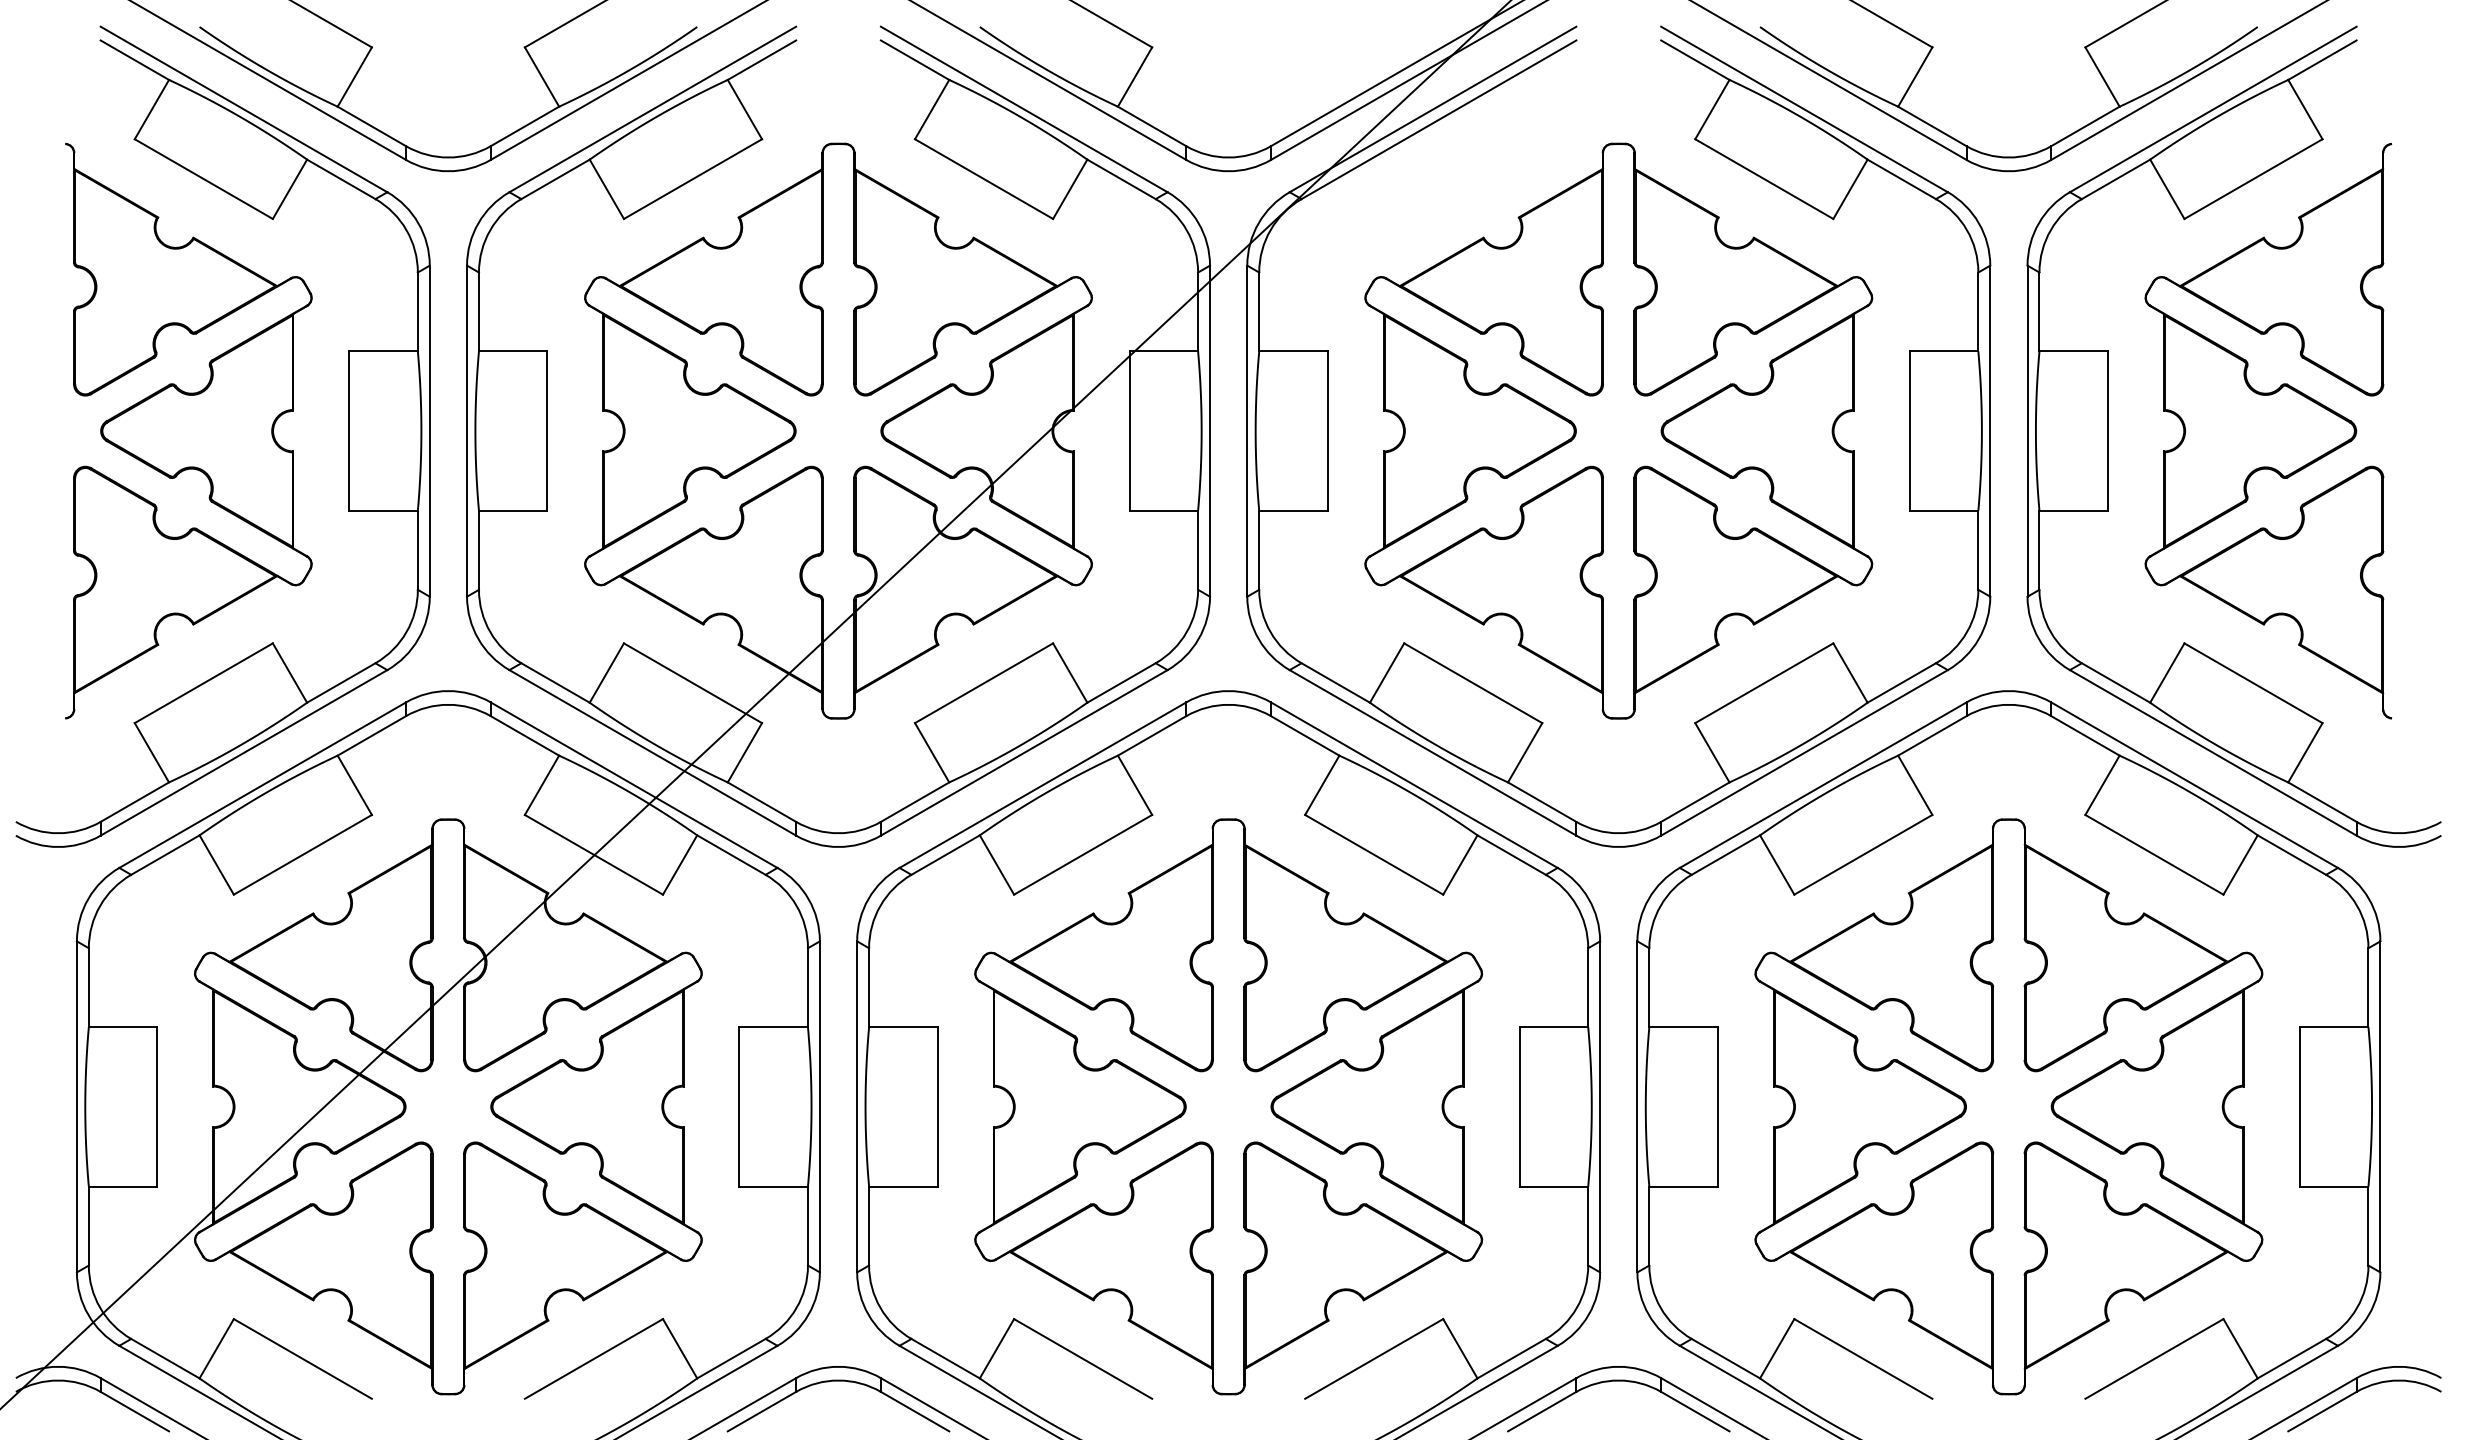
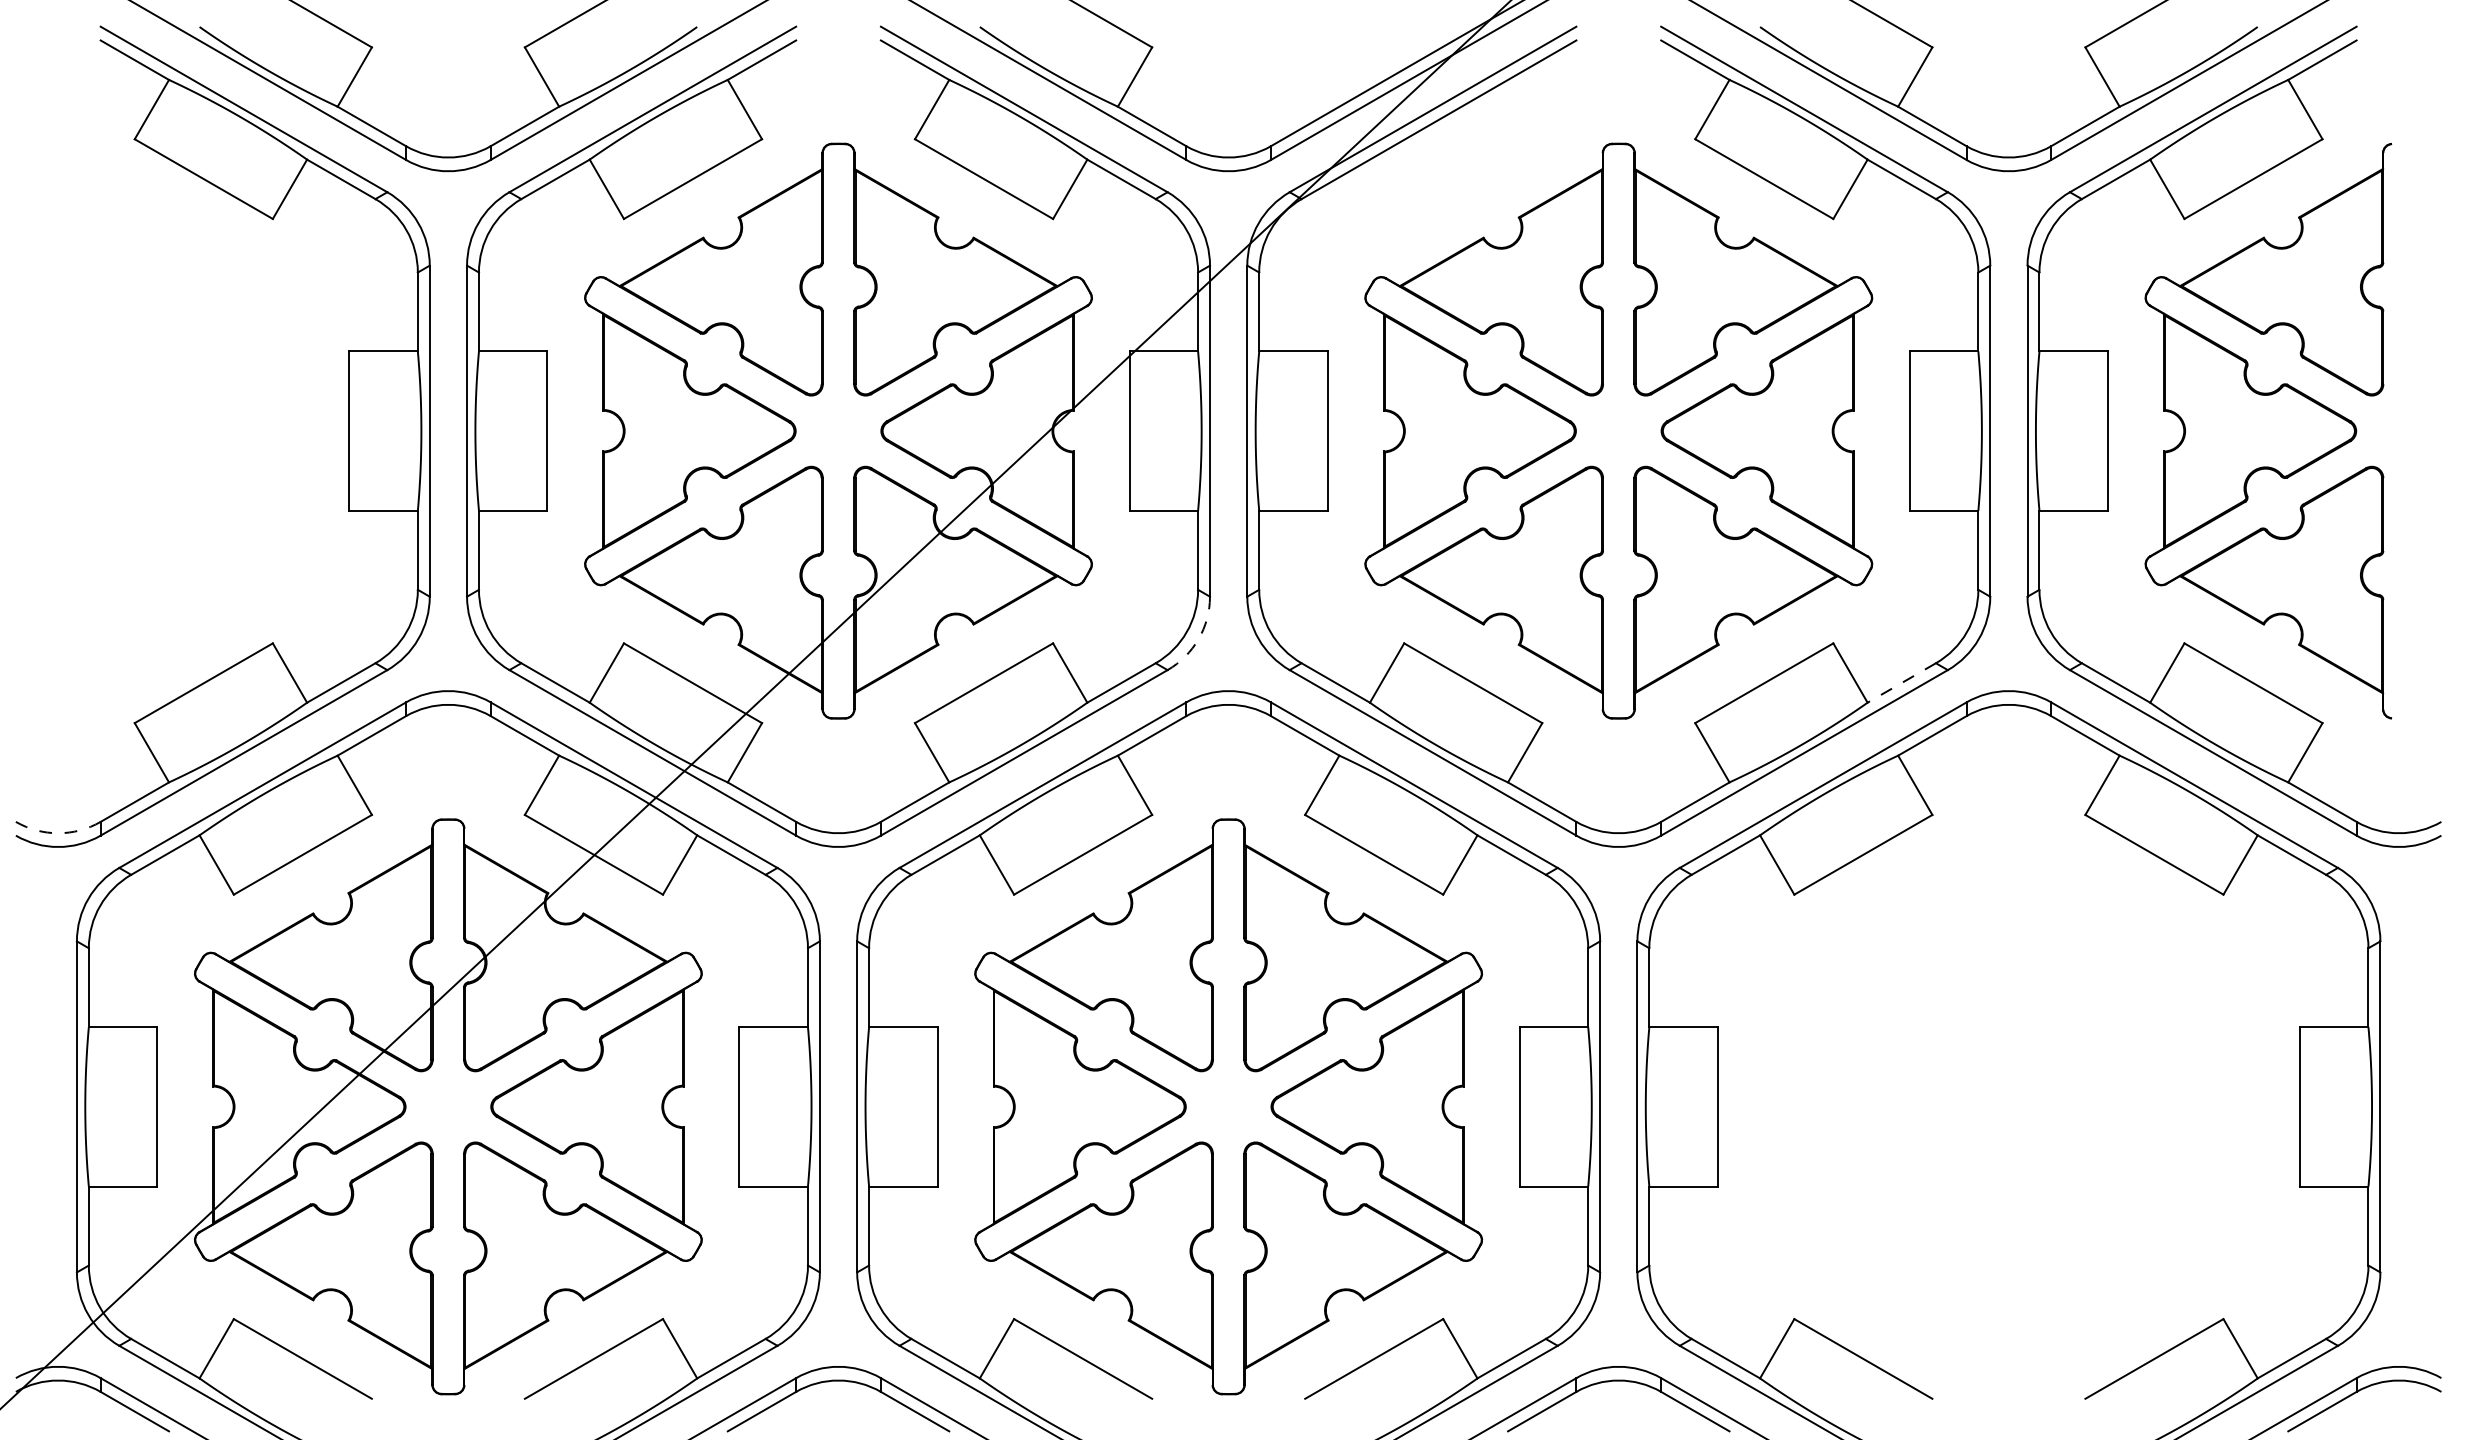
part at (188, 431): present -> none
arc at (1198, 639): solid -> dashed
line at (1901, 683): solid -> dashed
arc at (58, 833): solid -> dashed
part at (2008, 1106): present -> none
